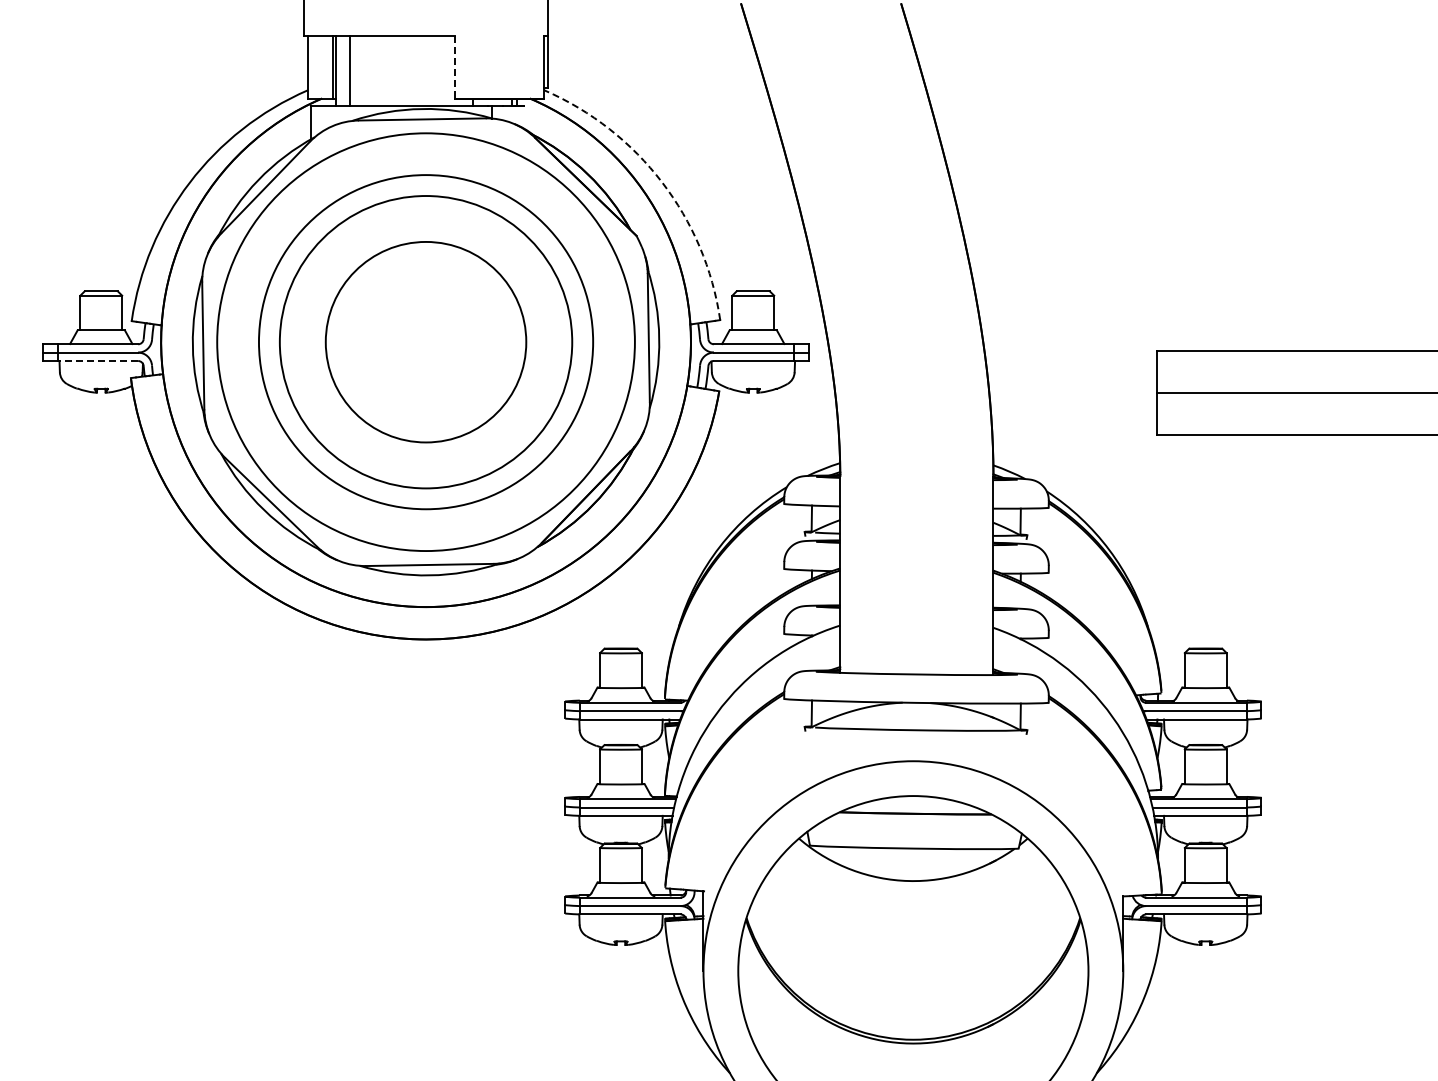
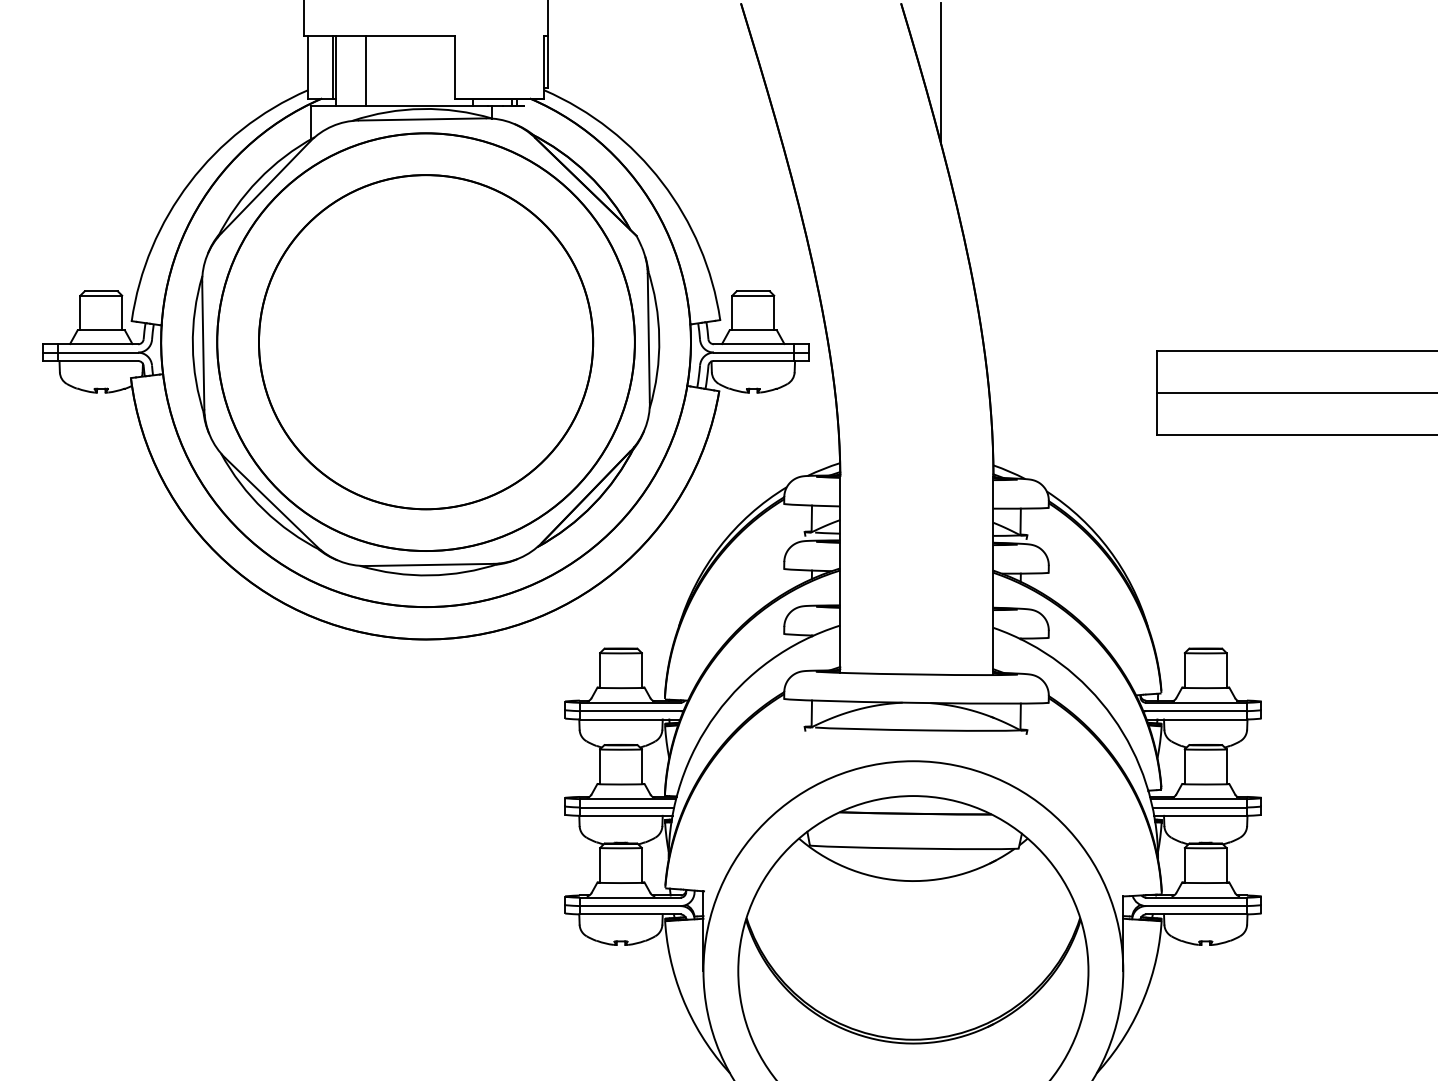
line at (455, 67): dashed -> solid
line at (350, 70) position: (350, 70) -> (366, 70)
line at (941, 73): none -> present
arc at (662, 182): dashed -> solid
circle at (425, 341) diameter: 201 px -> 334 px
circle at (425, 342) diameter: 292 px -> 418 px
line at (97, 361): dashed -> solid
